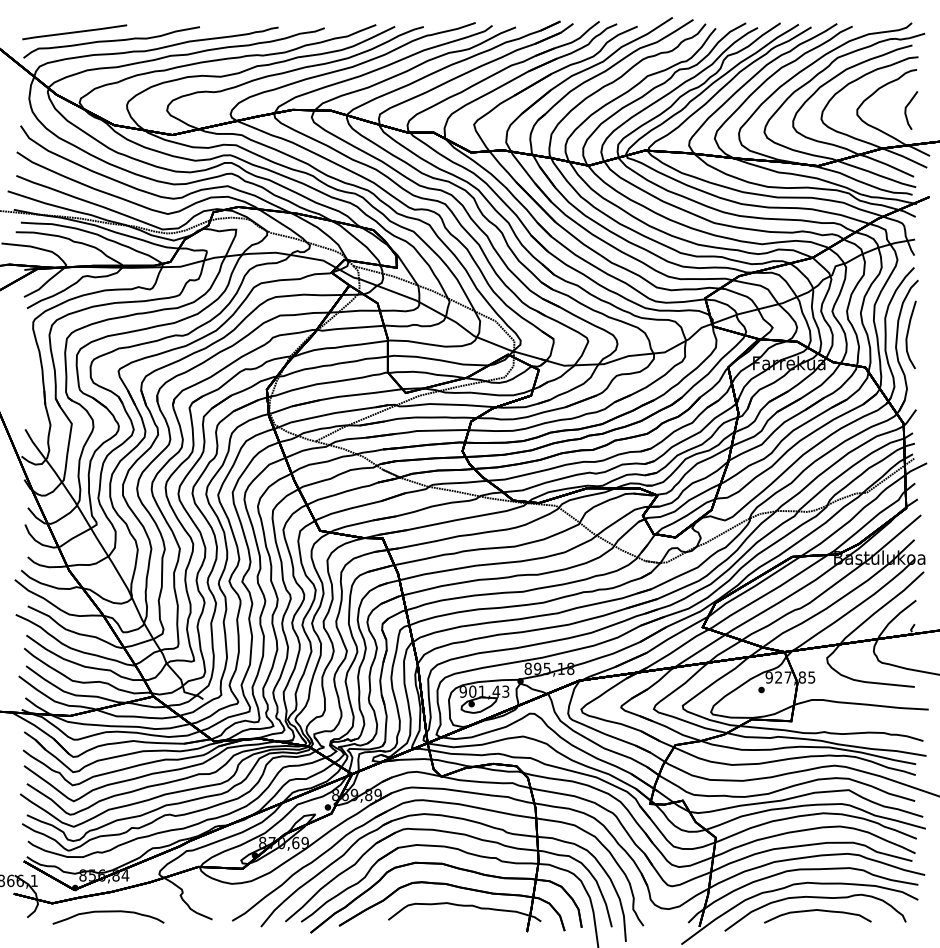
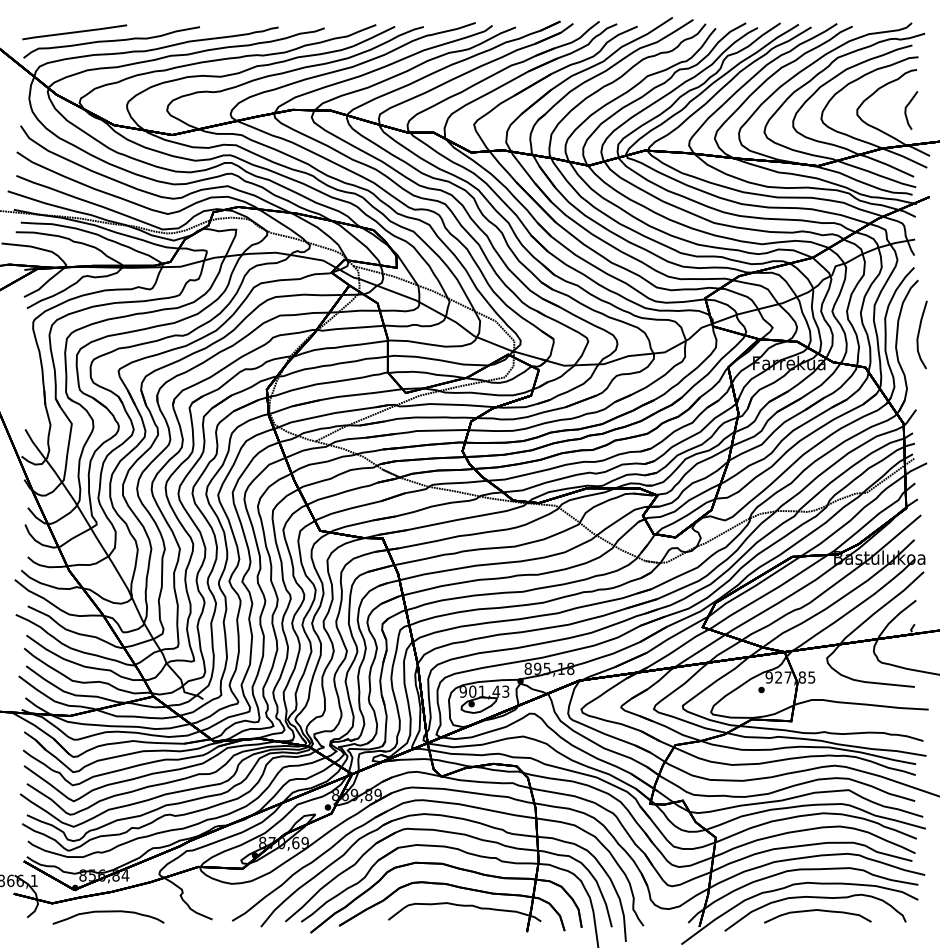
curve at (908, 334) position: (908, 334) -> (919, 334)
